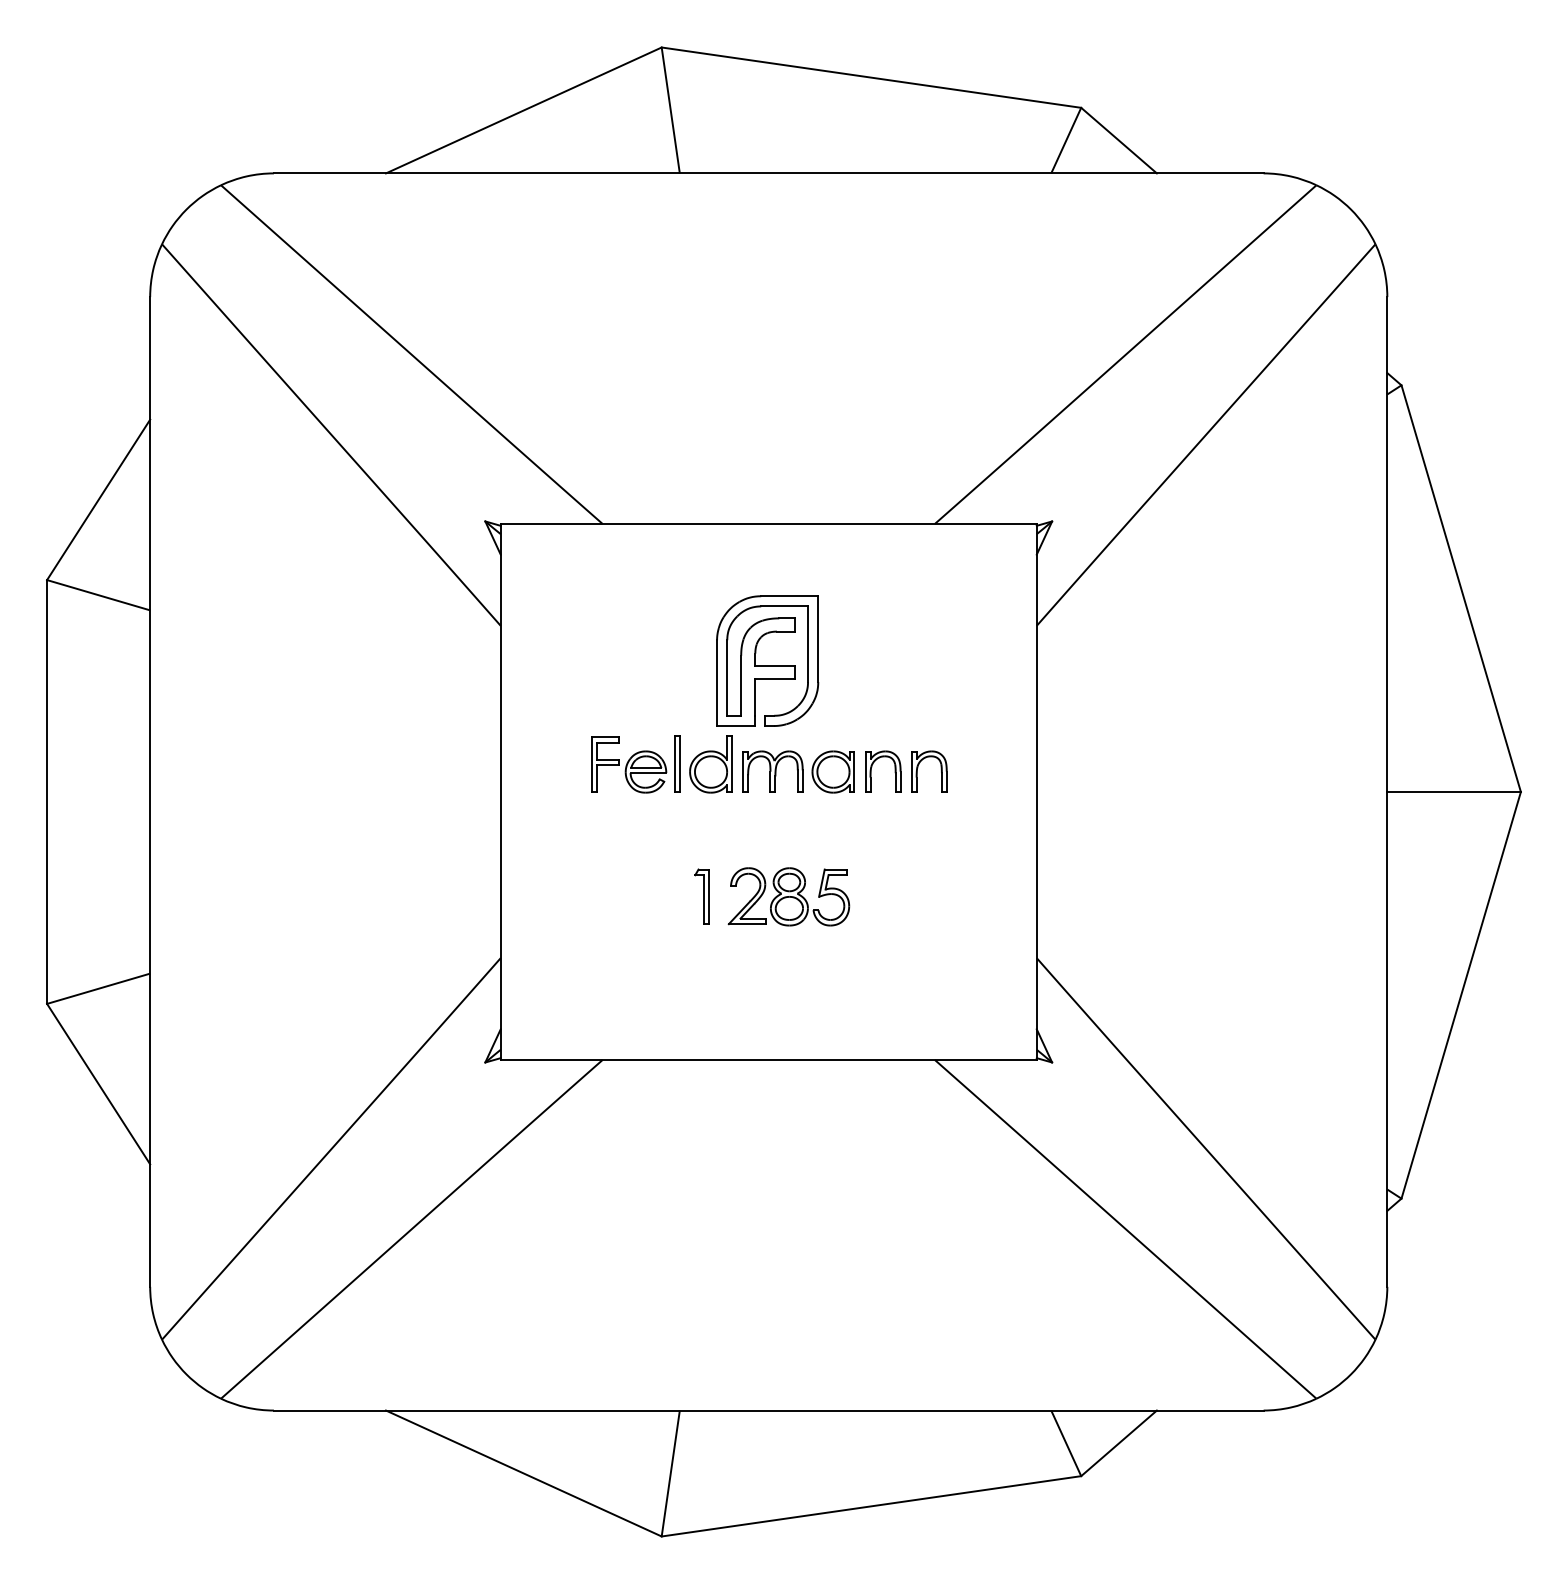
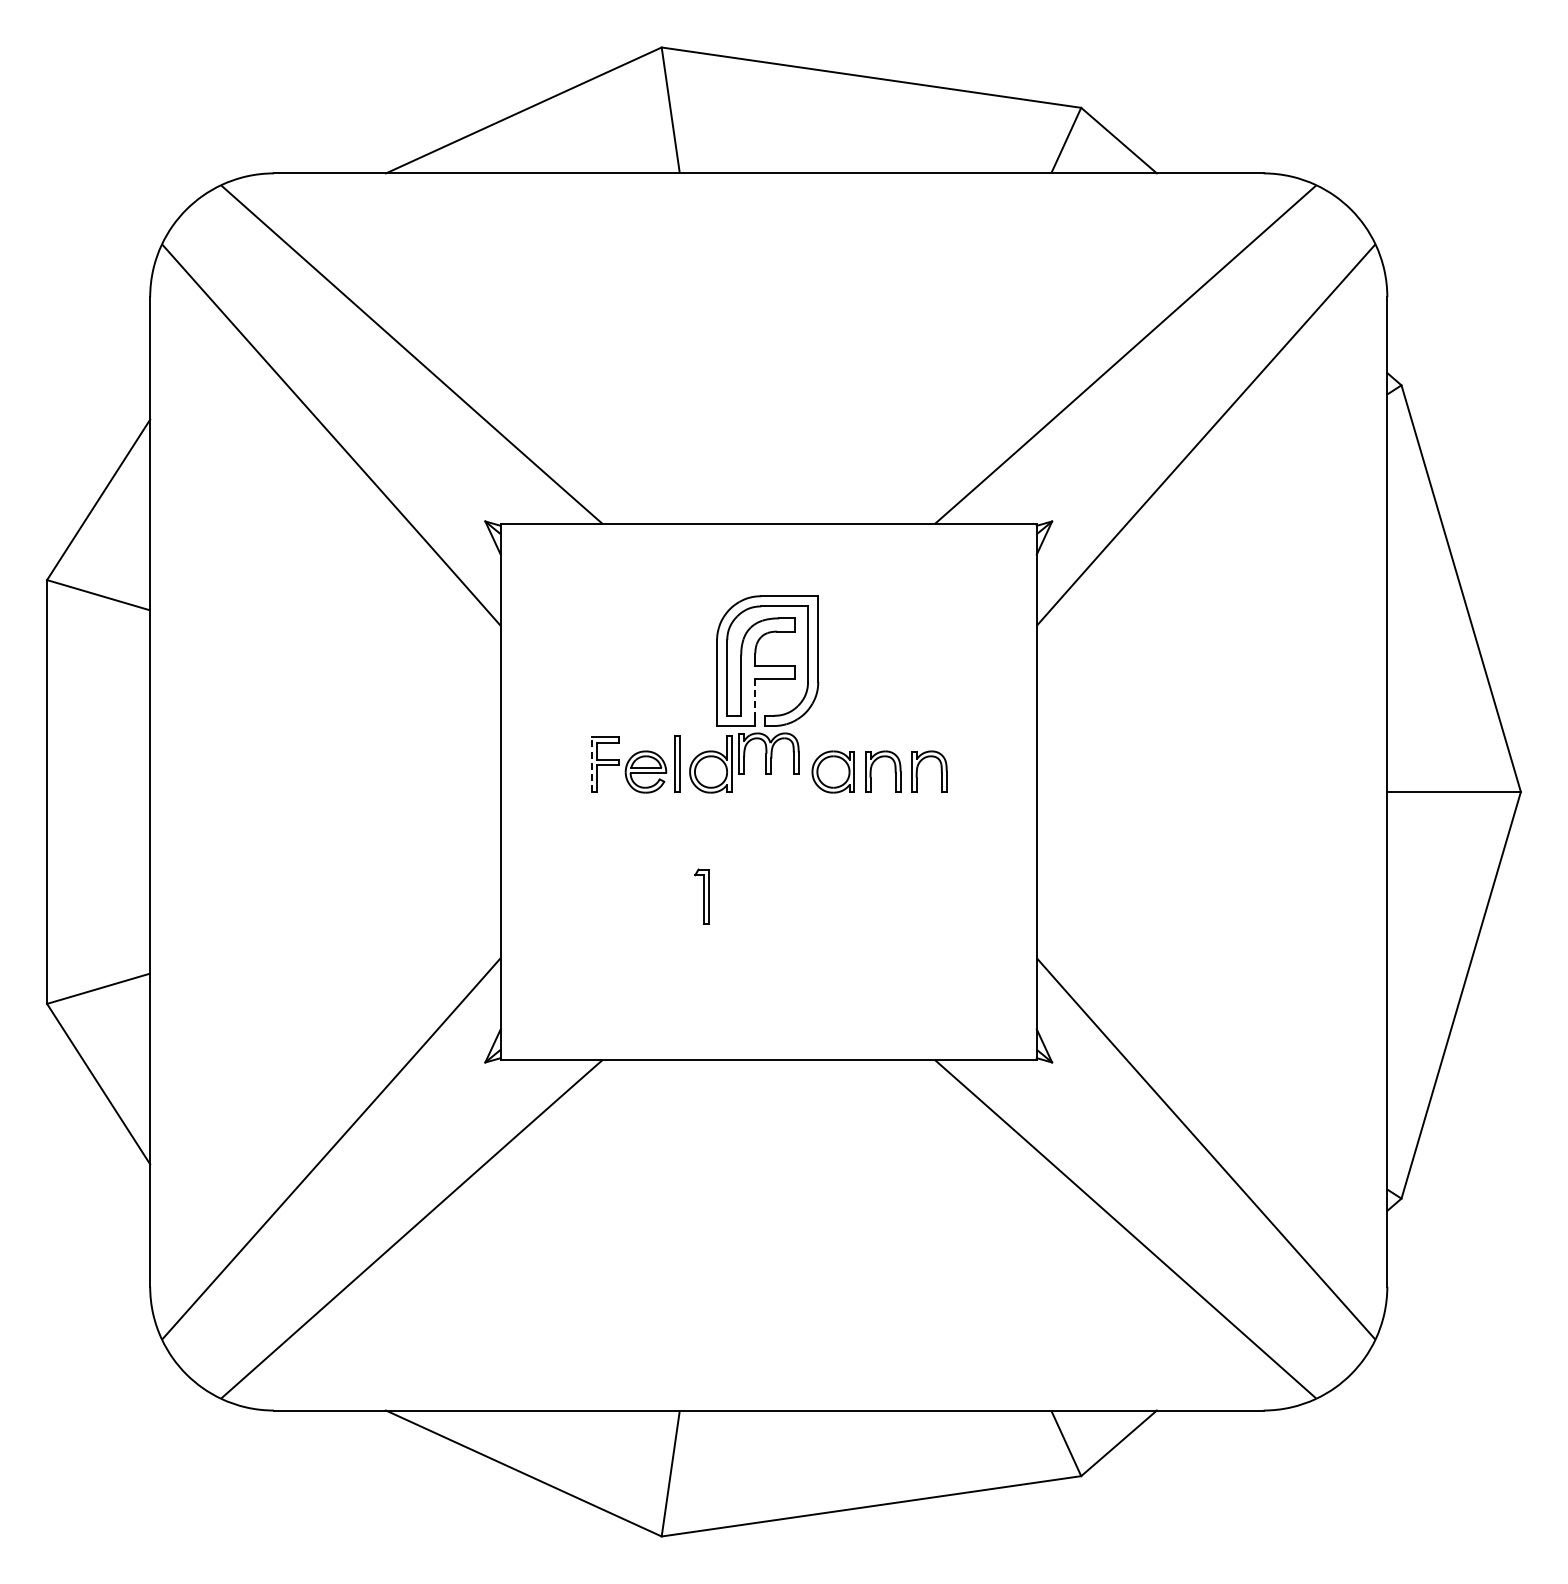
line at (755, 697): solid -> dashed
line at (592, 764): solid -> dashed
part at (772, 771) position: (772, 771) -> (768, 753)
part at (788, 896): present -> none
